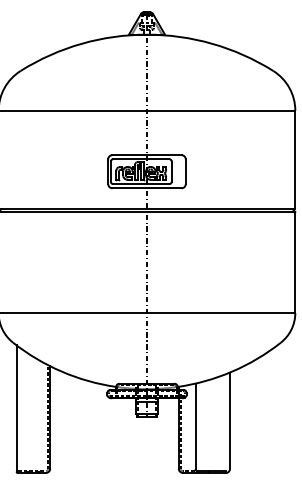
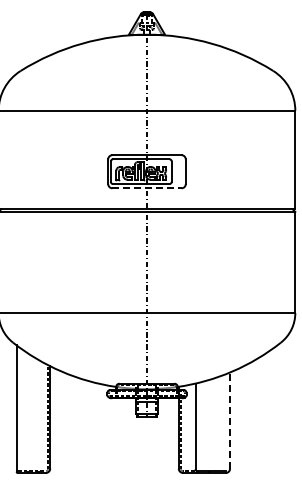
line at (147, 188): solid -> dashed
line at (229, 420): solid -> dashed
